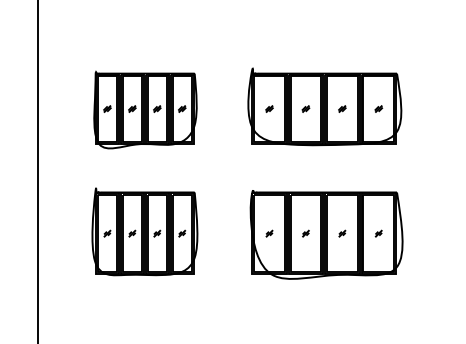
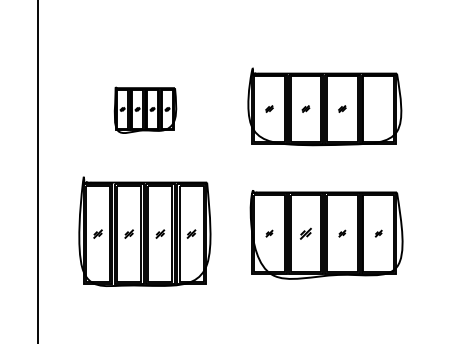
part at (378, 108): present -> none
part at (145, 109) size: 105x80 px -> 65x48 px
part at (144, 231) size: 108x90 px -> 134x111 px
part at (305, 233) size: 8x9 px -> 13x13 px
